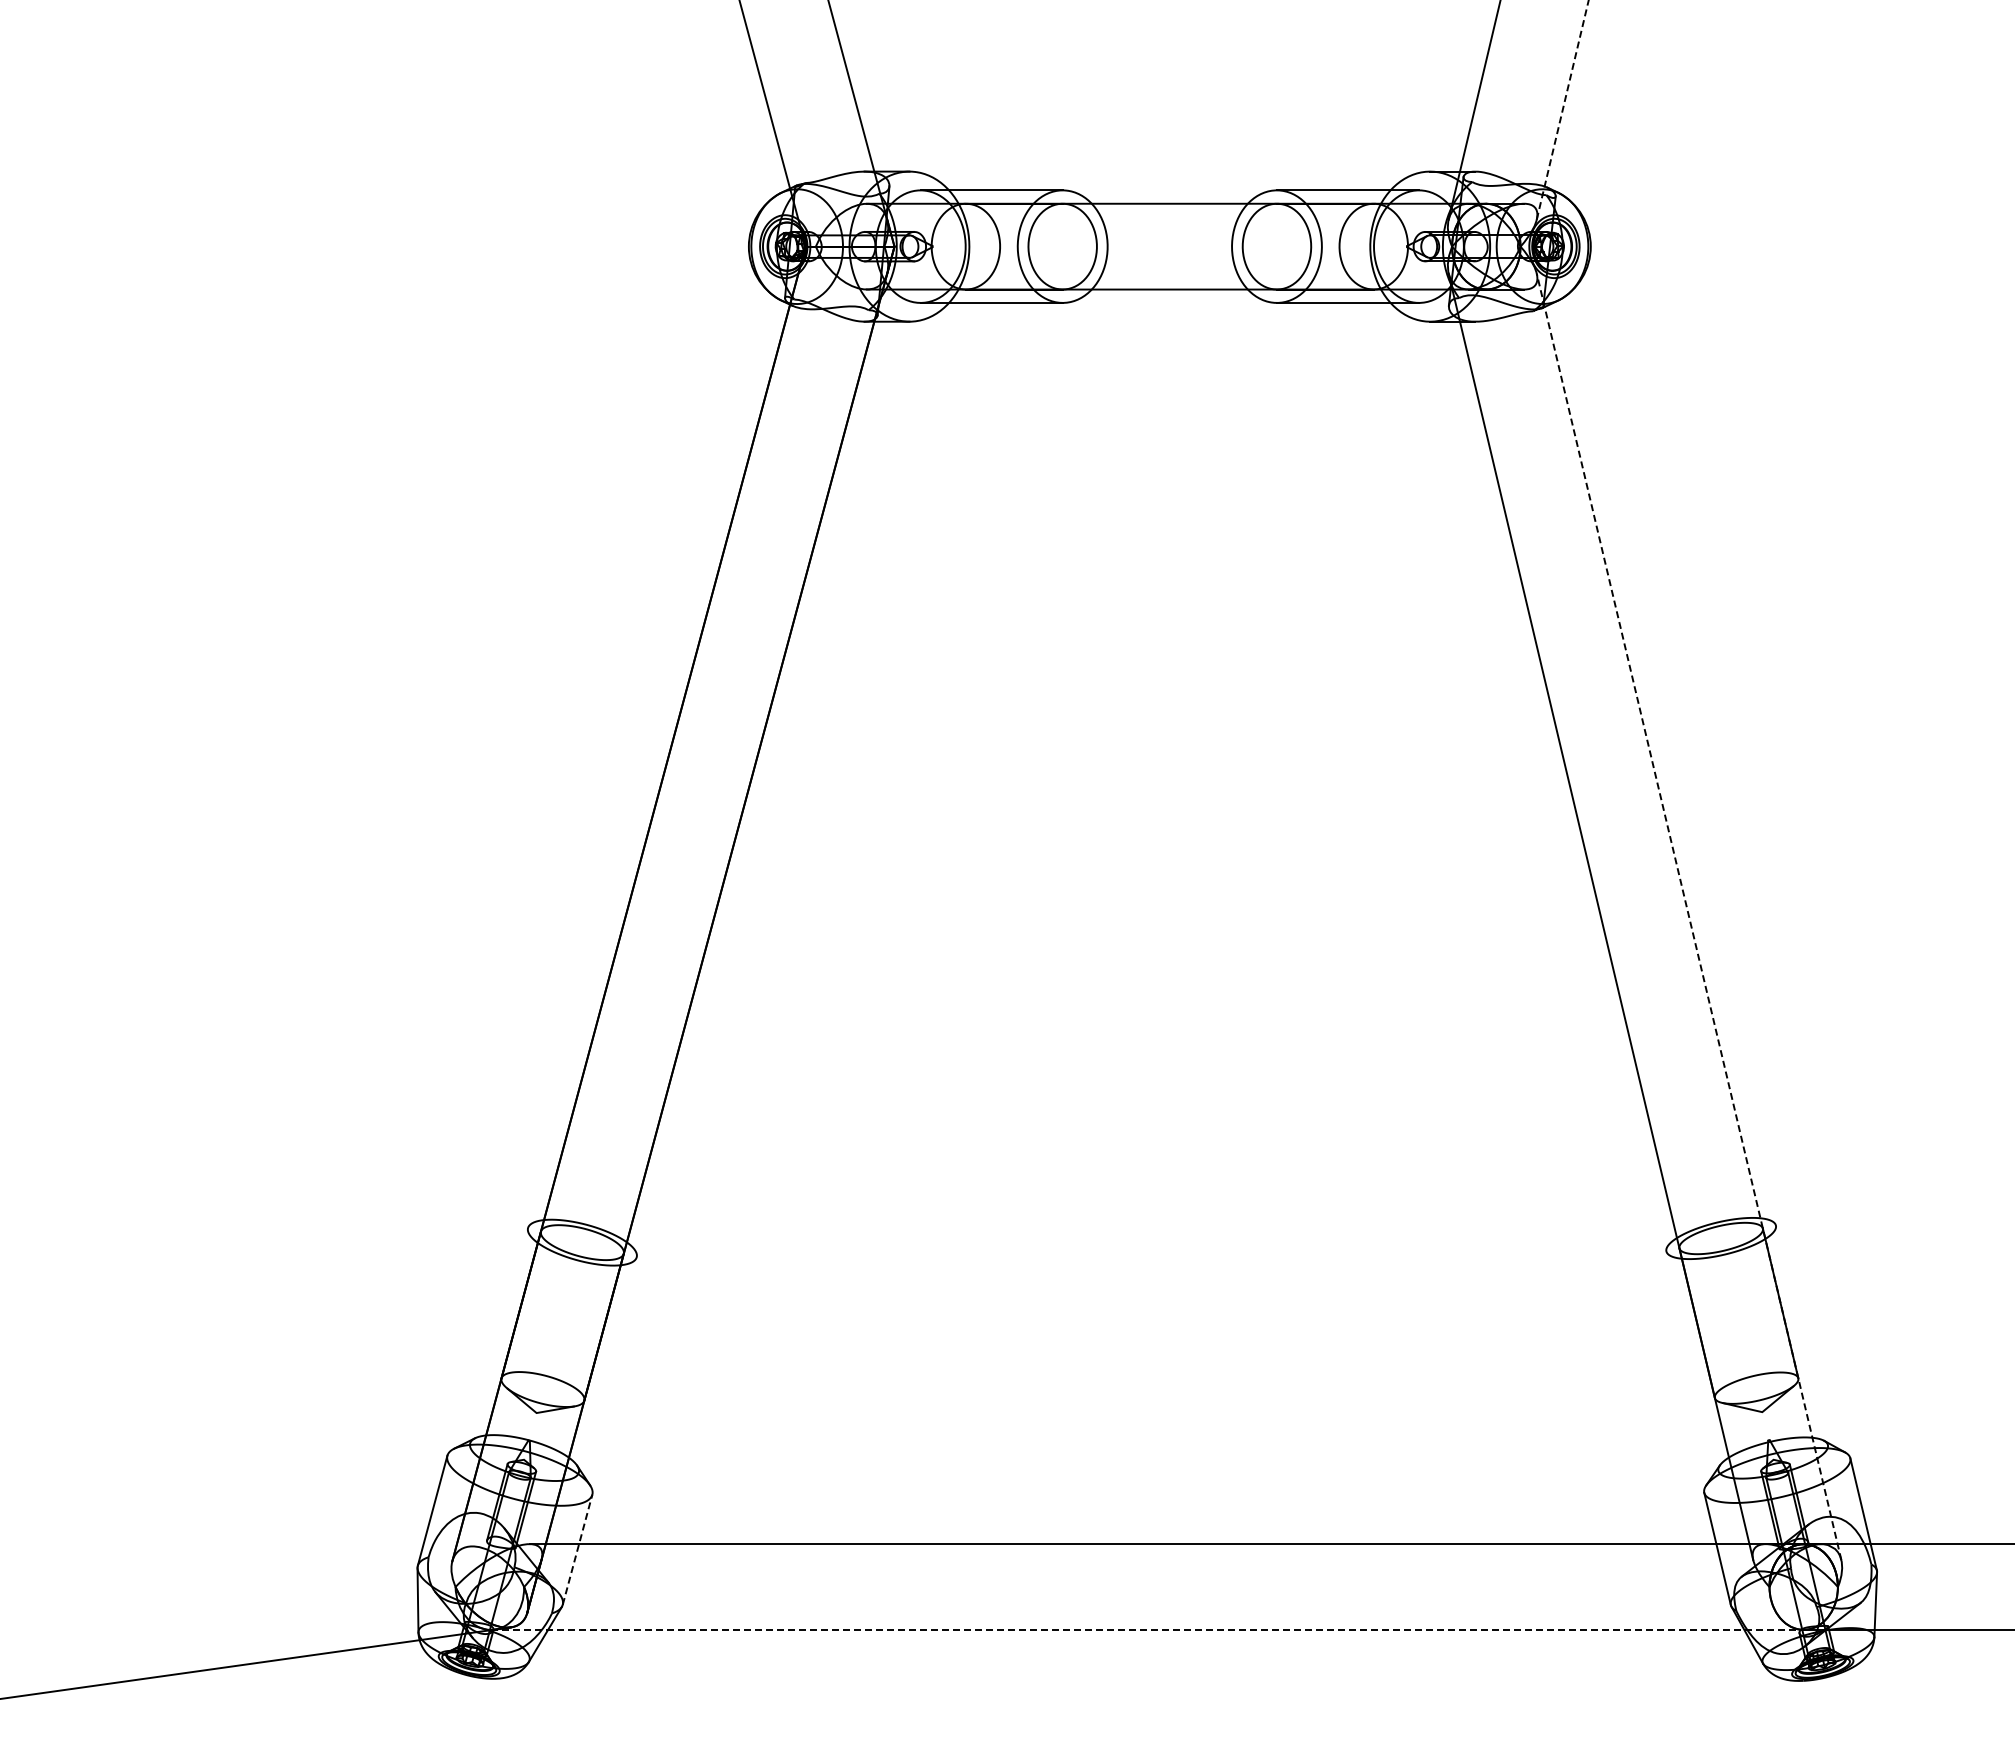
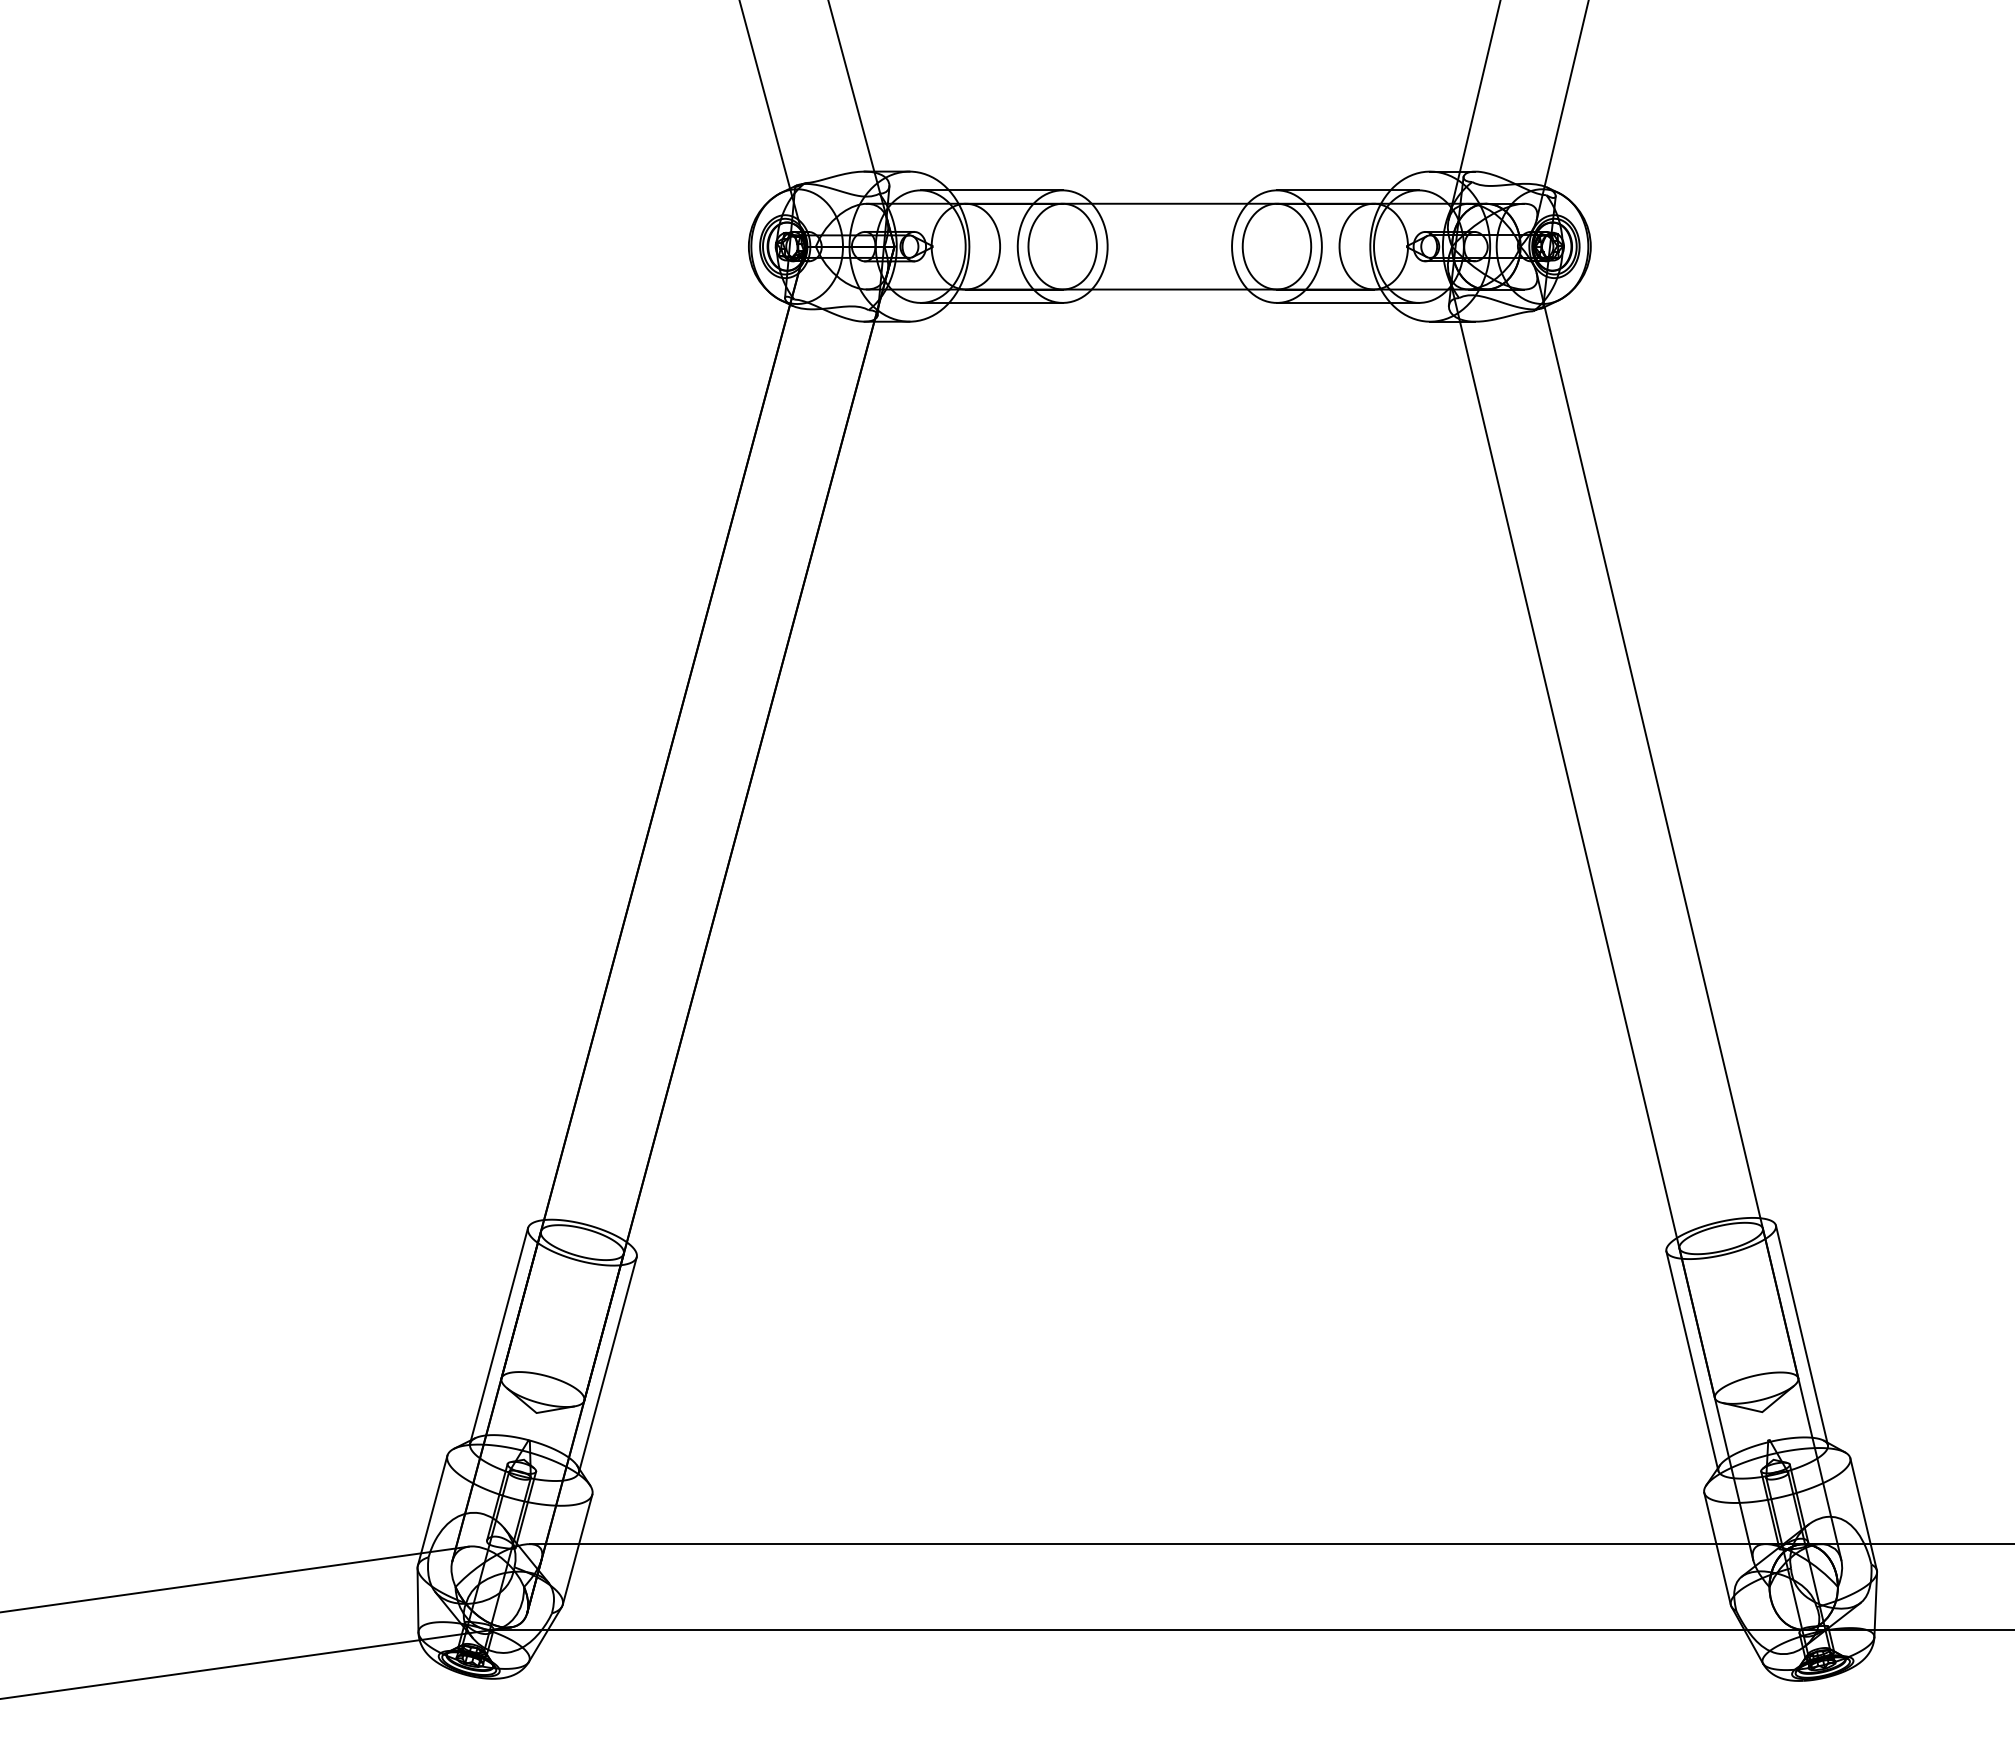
line at (1562, 109): dashed -> solid
line at (1688, 916): dashed -> solid
line at (499, 1335): none -> present
line at (1801, 1335): none -> present
line at (1692, 1361): none -> present
line at (607, 1364): none -> present
line at (577, 1549): dashed -> solid
line at (235, 1579): none -> present
line at (1147, 1629): dashed -> solid
